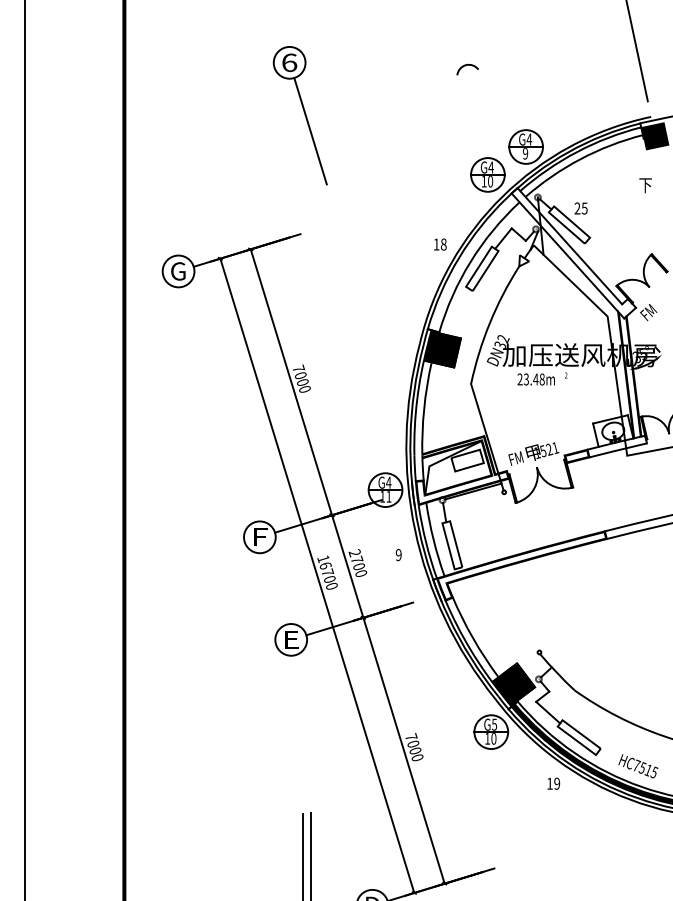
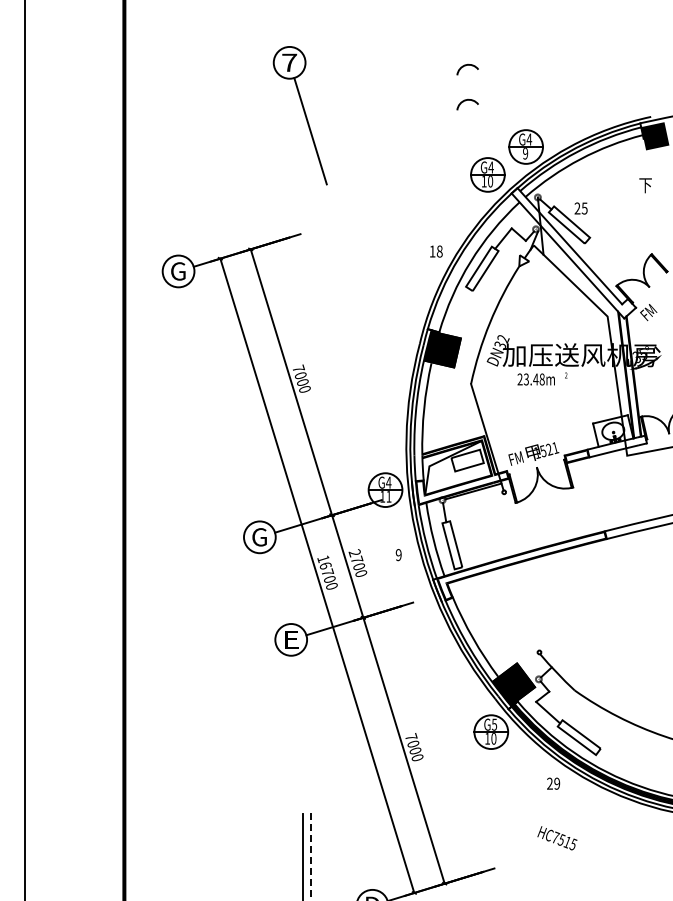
line at (636, 51): present -> none
text at (289, 62): 6 -> 7
arc at (465, 101): none -> present
text at (440, 244) position: (440, 244) -> (436, 251)
text at (259, 537): F -> G
text at (638, 766) position: (638, 766) -> (557, 838)
text at (549, 783): 19 -> 29
line at (311, 857): solid -> dashed
